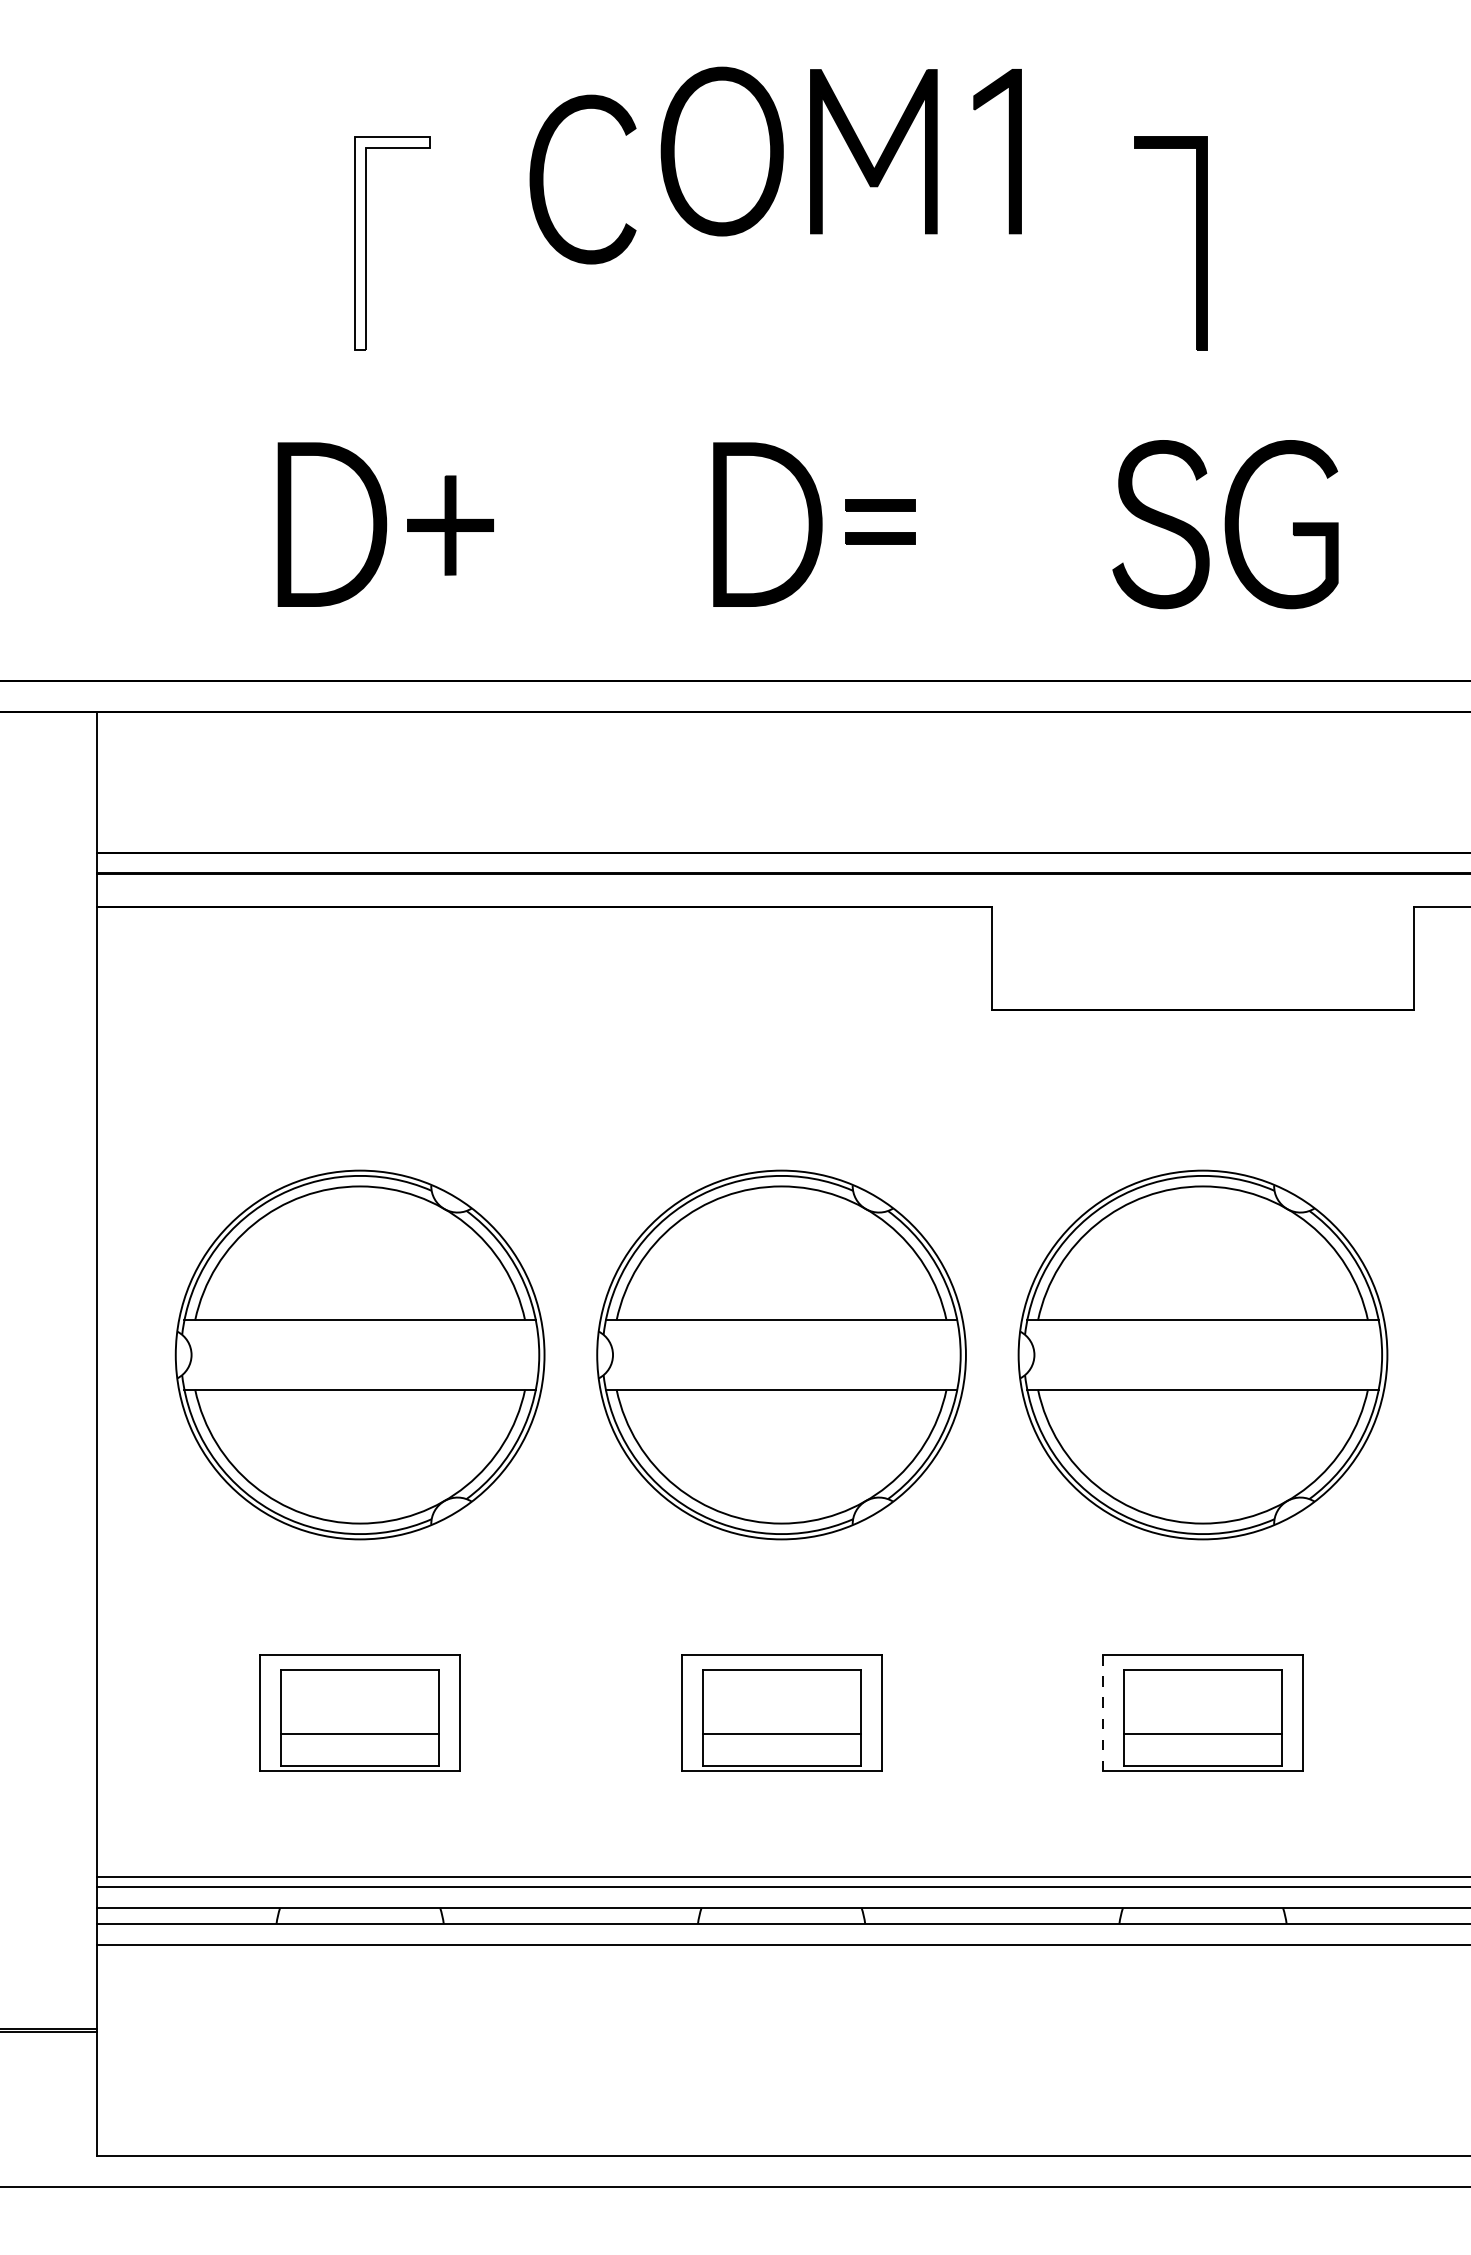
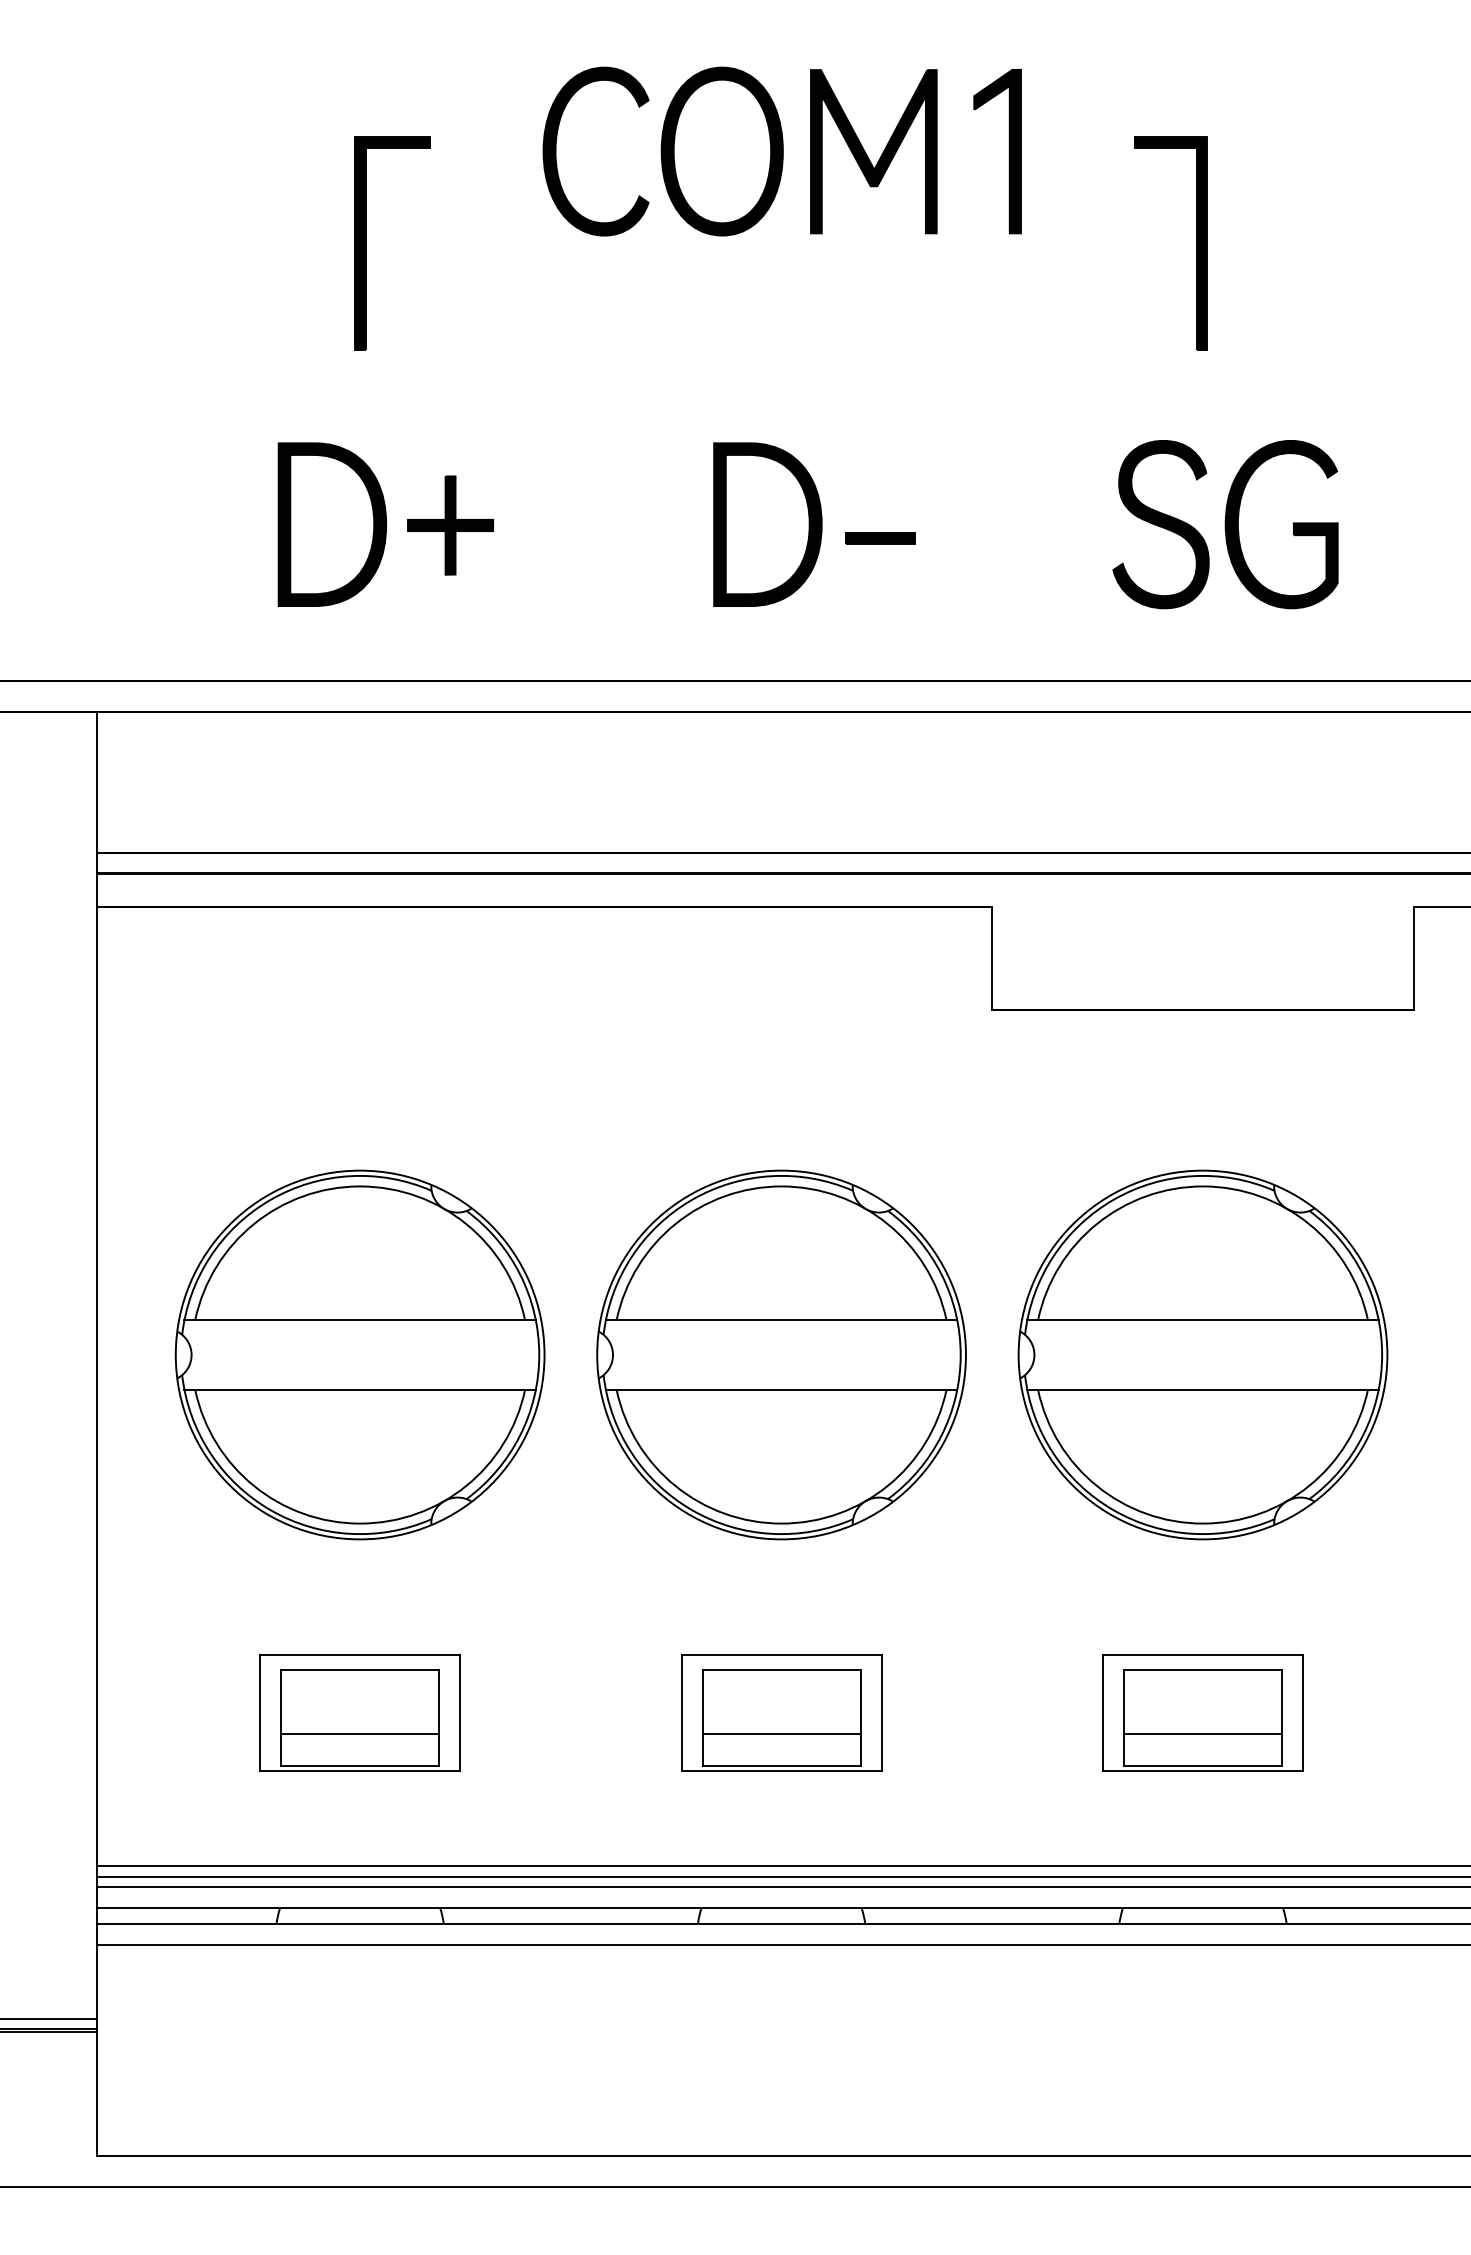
part at (543, 179) position: (543, 179) -> (556, 151)
fill at (392, 243): none -> present
part at (880, 505): present -> none
line at (1102, 1713): dashed -> solid
line at (781, 1866): none -> present
line at (49, 2018): none -> present
